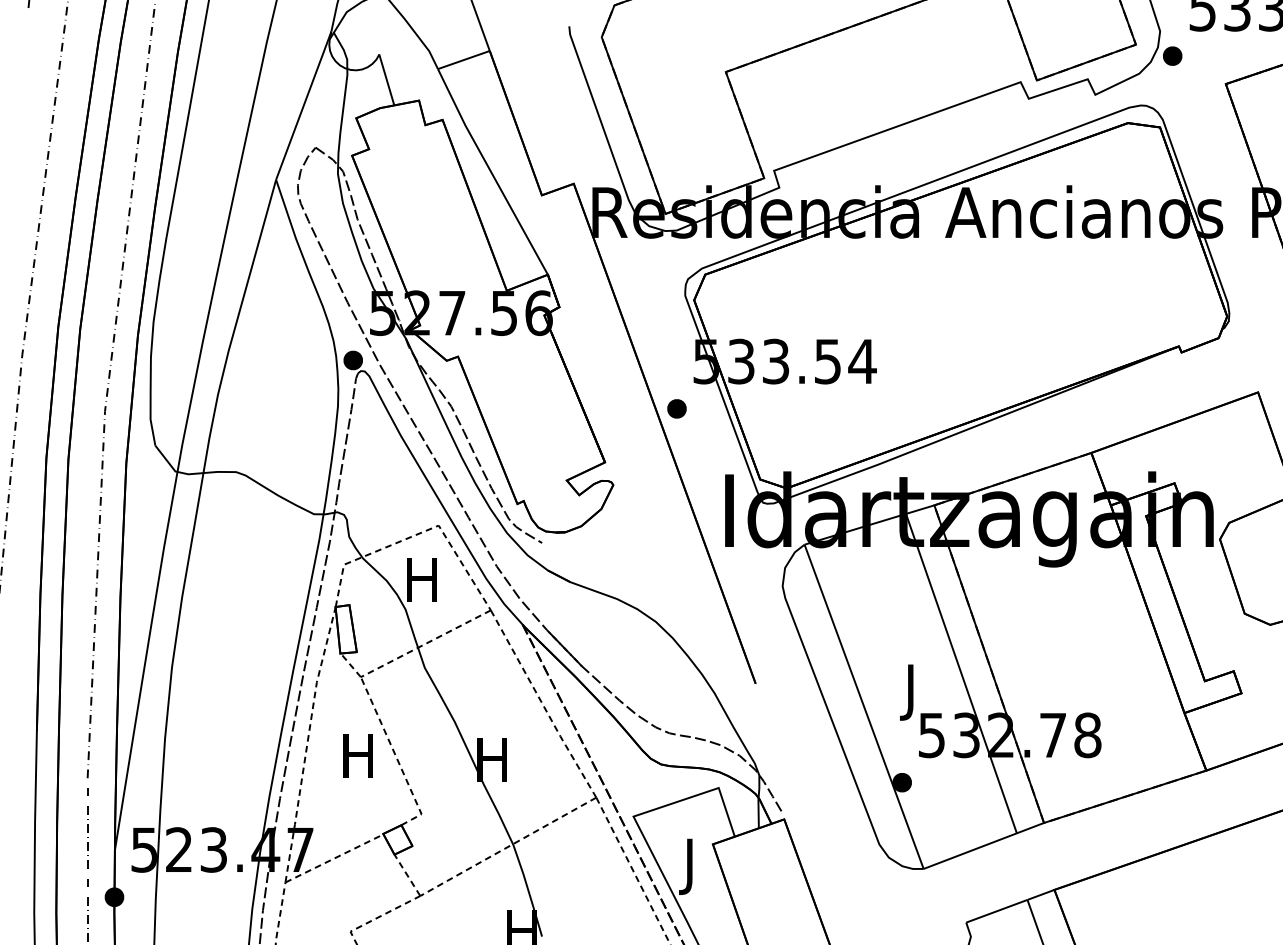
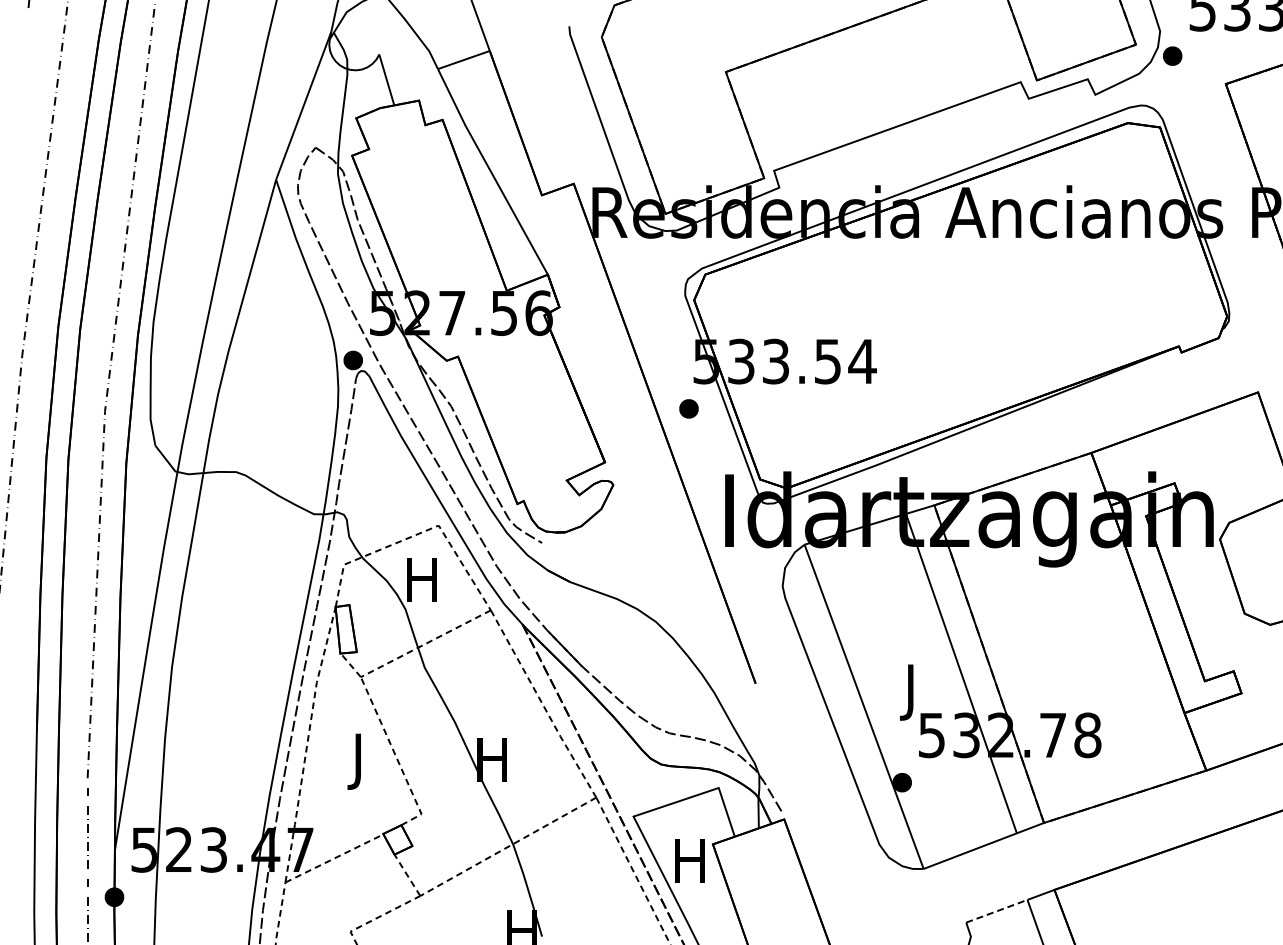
part at (676, 408) position: (676, 408) -> (688, 408)
text at (357, 761): H -> J
text at (689, 866): J -> H
line at (996, 911): solid -> dashed
